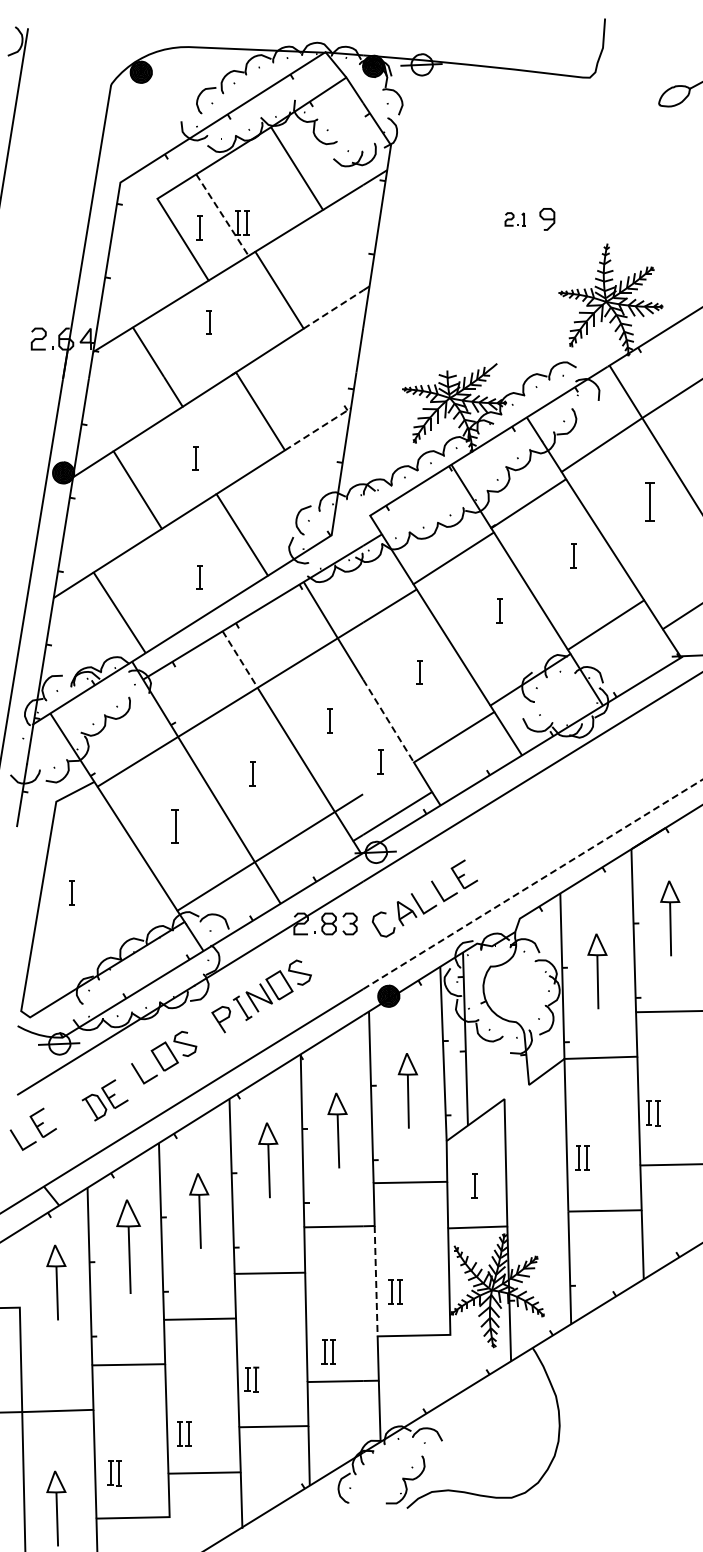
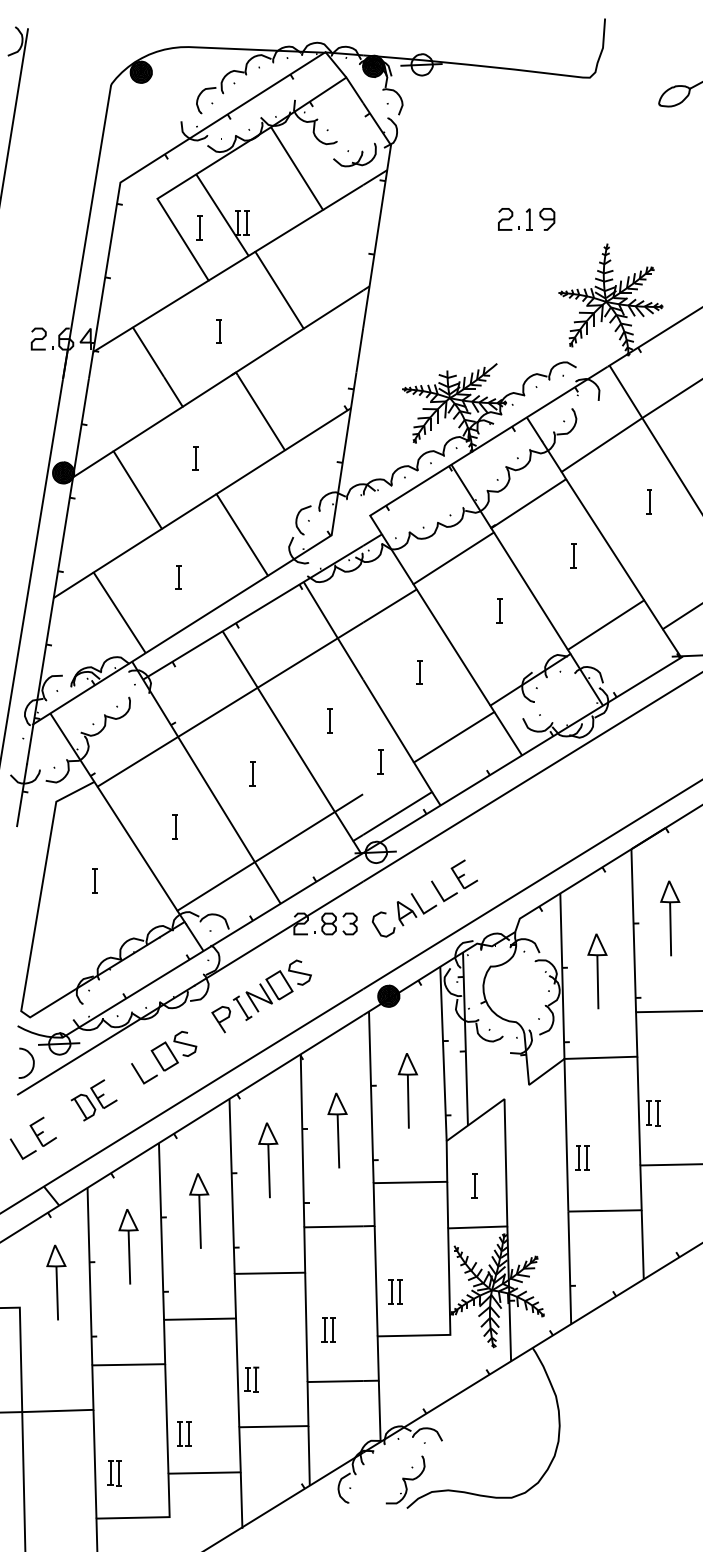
line at (223, 217): dashed -> solid
part at (514, 219) size: 22x15 px -> 35x23 px
line at (333, 309): dashed -> solid
part at (208, 322) position: (208, 322) -> (218, 331)
line at (320, 428): dashed -> solid
part at (649, 501) size: 10x40 px -> 6x26 px
part at (199, 577) position: (199, 577) -> (178, 577)
line at (240, 659): dashed -> solid
line at (388, 721): dashed -> solid
part at (174, 826) size: 8x35 px -> 6x26 px
line at (533, 884): dashed -> solid
part at (71, 892) position: (71, 892) -> (94, 880)
curve at (32, 1060): none -> present
part at (104, 1100) position: (104, 1100) -> (93, 1100)
part at (32, 1128) position: (32, 1128) -> (32, 1137)
part at (128, 1246) size: 25x95 px -> 21x76 px
line at (376, 1281): dashed -> solid
part at (328, 1351) position: (328, 1351) -> (328, 1329)
part at (56, 1508): present -> none
